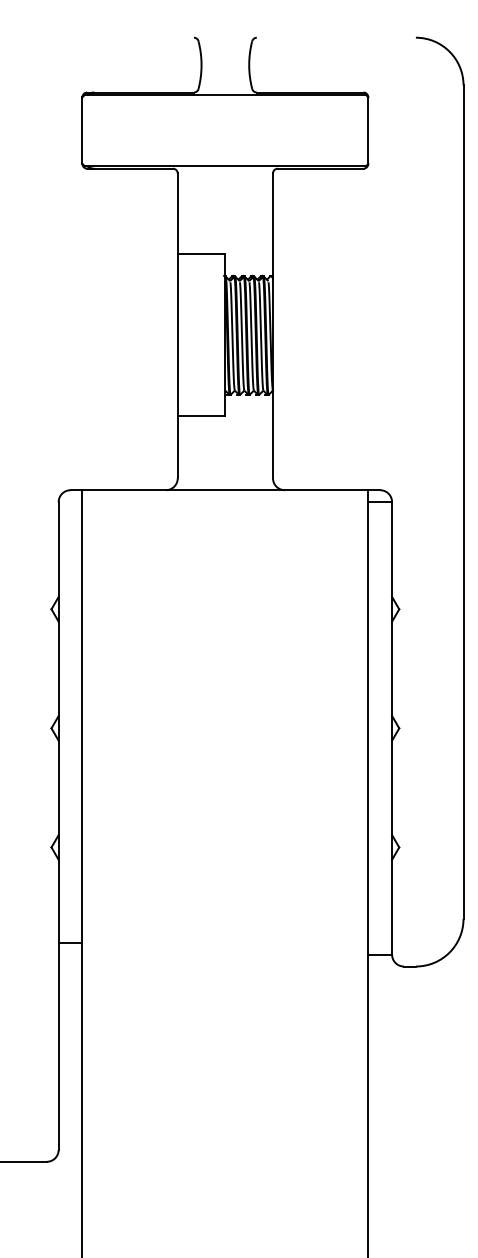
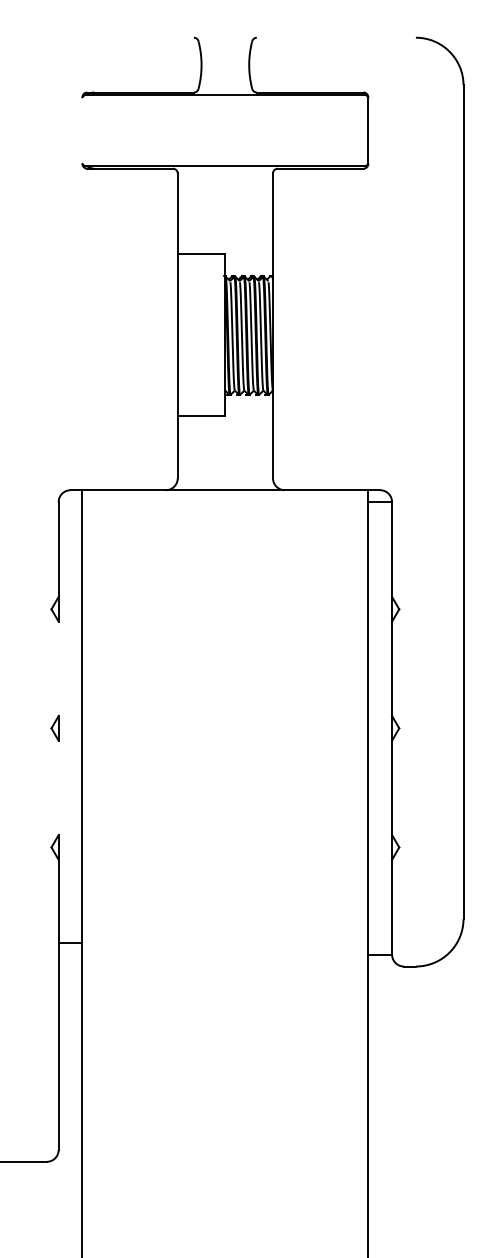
line at (82, 130): present -> none
line at (58, 668): present -> none
line at (58, 787): present -> none
